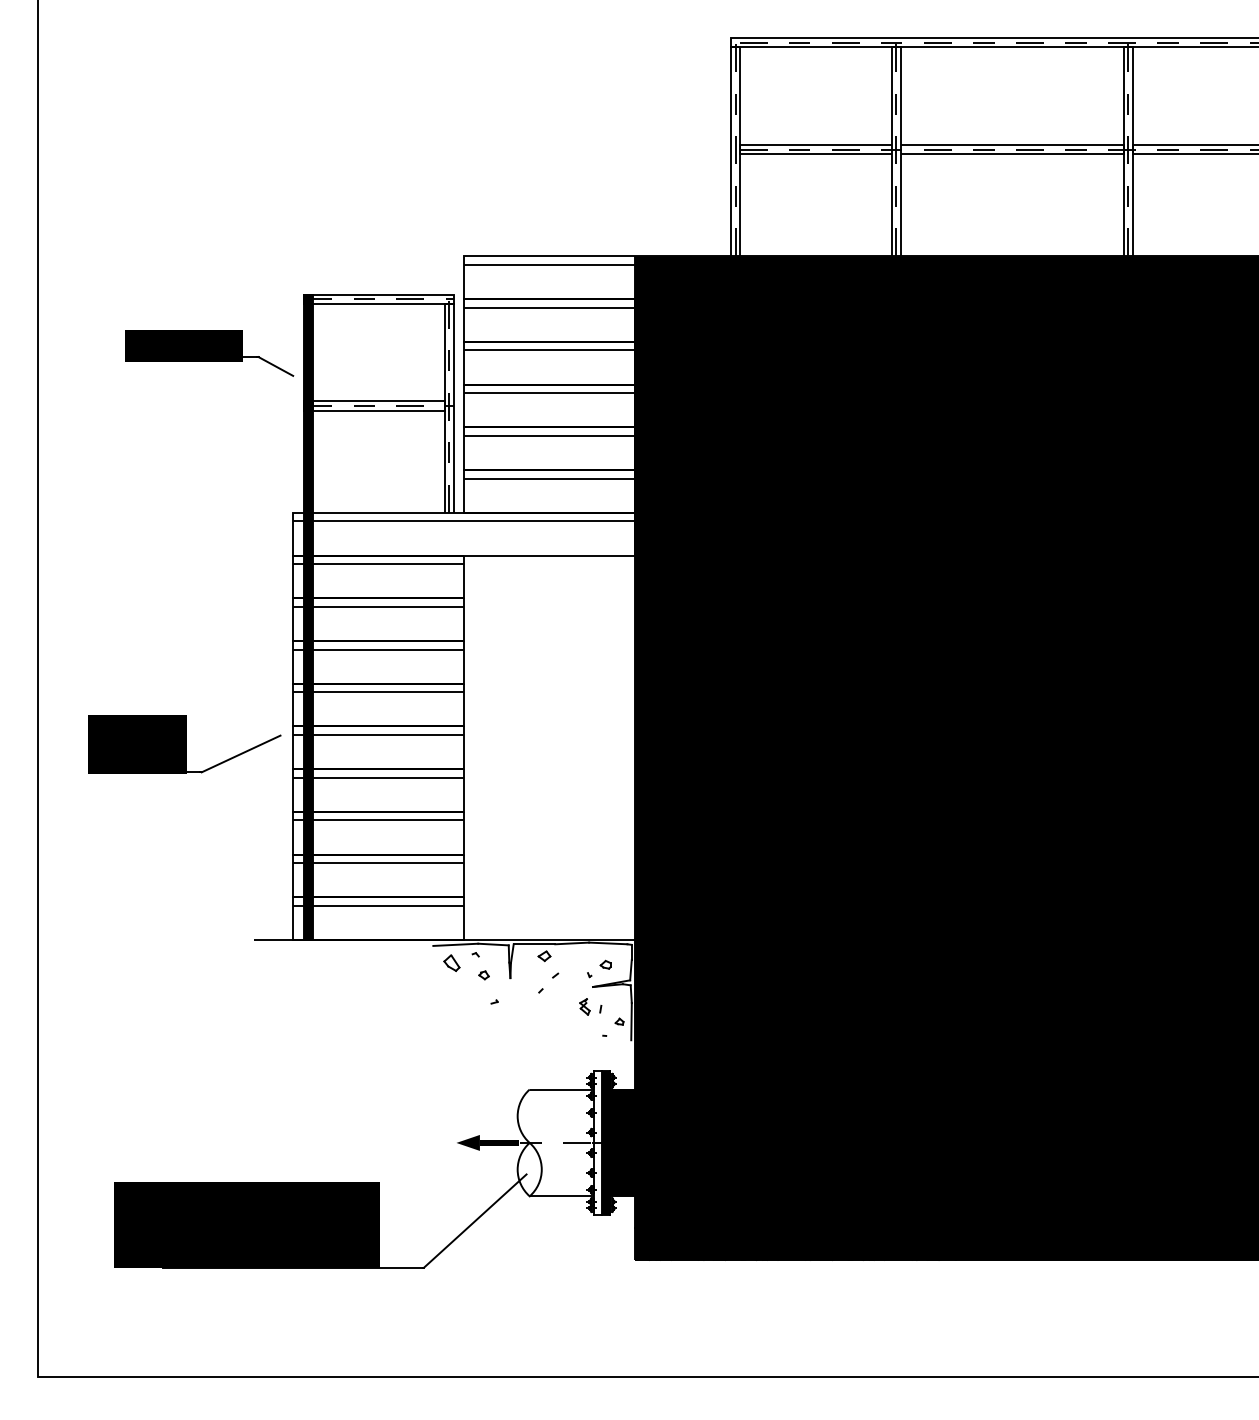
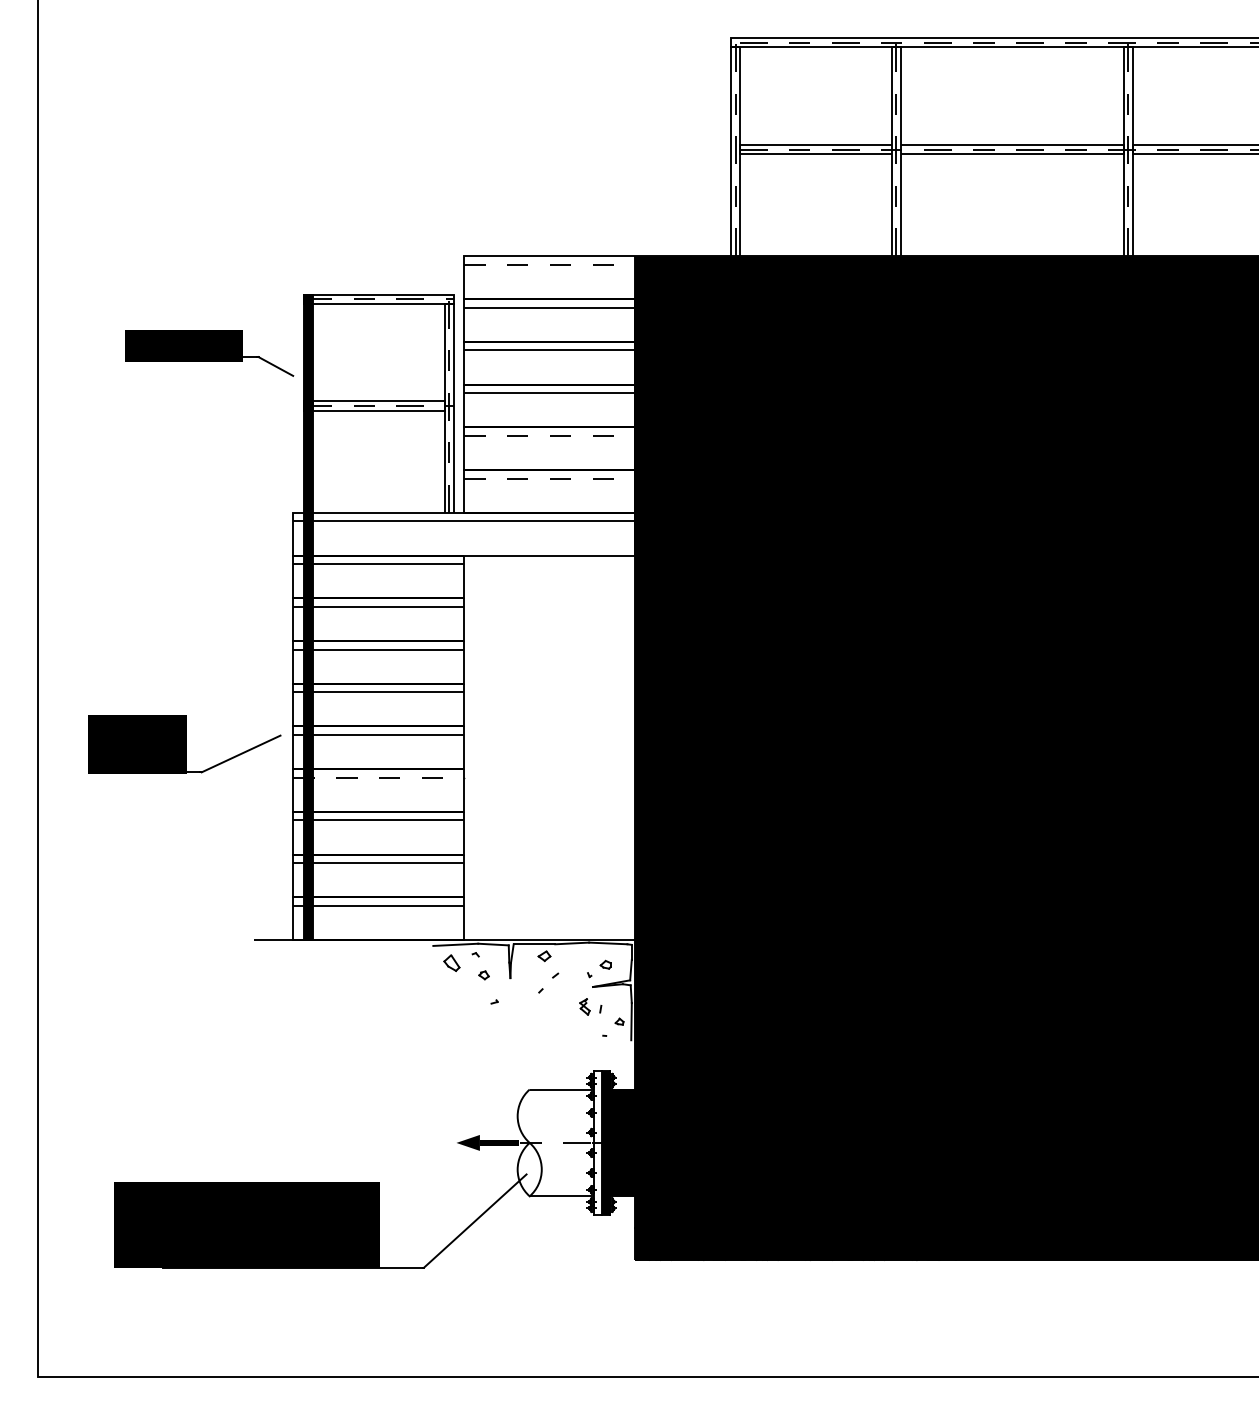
line at (550, 265): solid -> dashed
line at (550, 435): solid -> dashed
line at (550, 478): solid -> dashed
line at (379, 777): solid -> dashed
